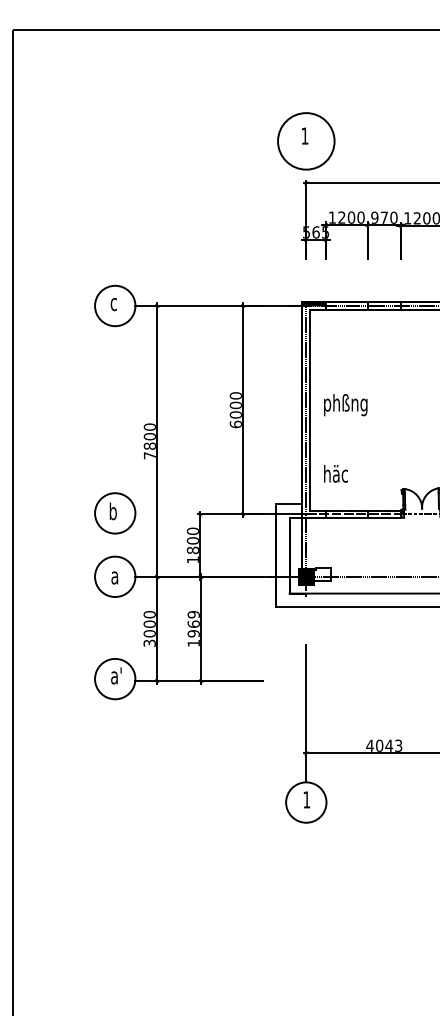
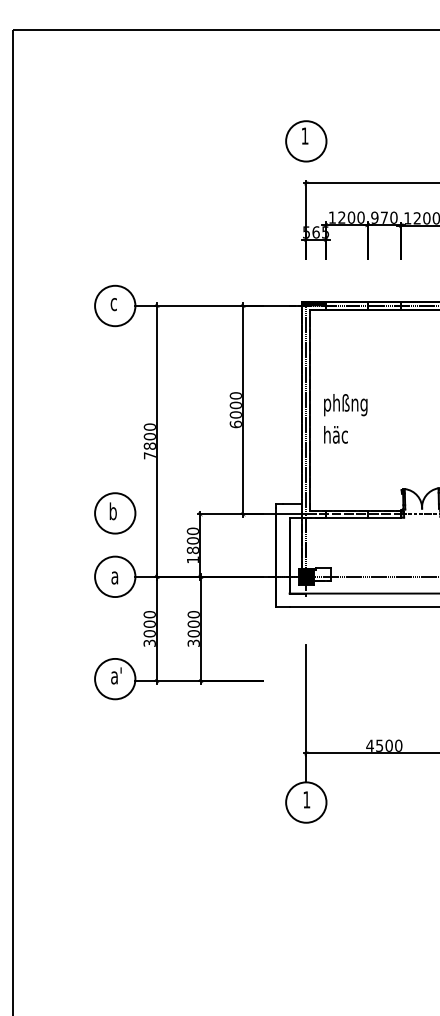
circle at (306, 141) diameter: 57 px -> 40 px
text at (335, 473) position: (335, 473) -> (335, 434)
text at (193, 628): 1969 -> 3000
text at (389, 745): 4043 -> 4500
